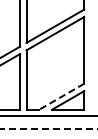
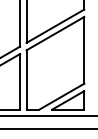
line at (61, 96): dashed -> solid
line at (49, 128): dashed -> solid
